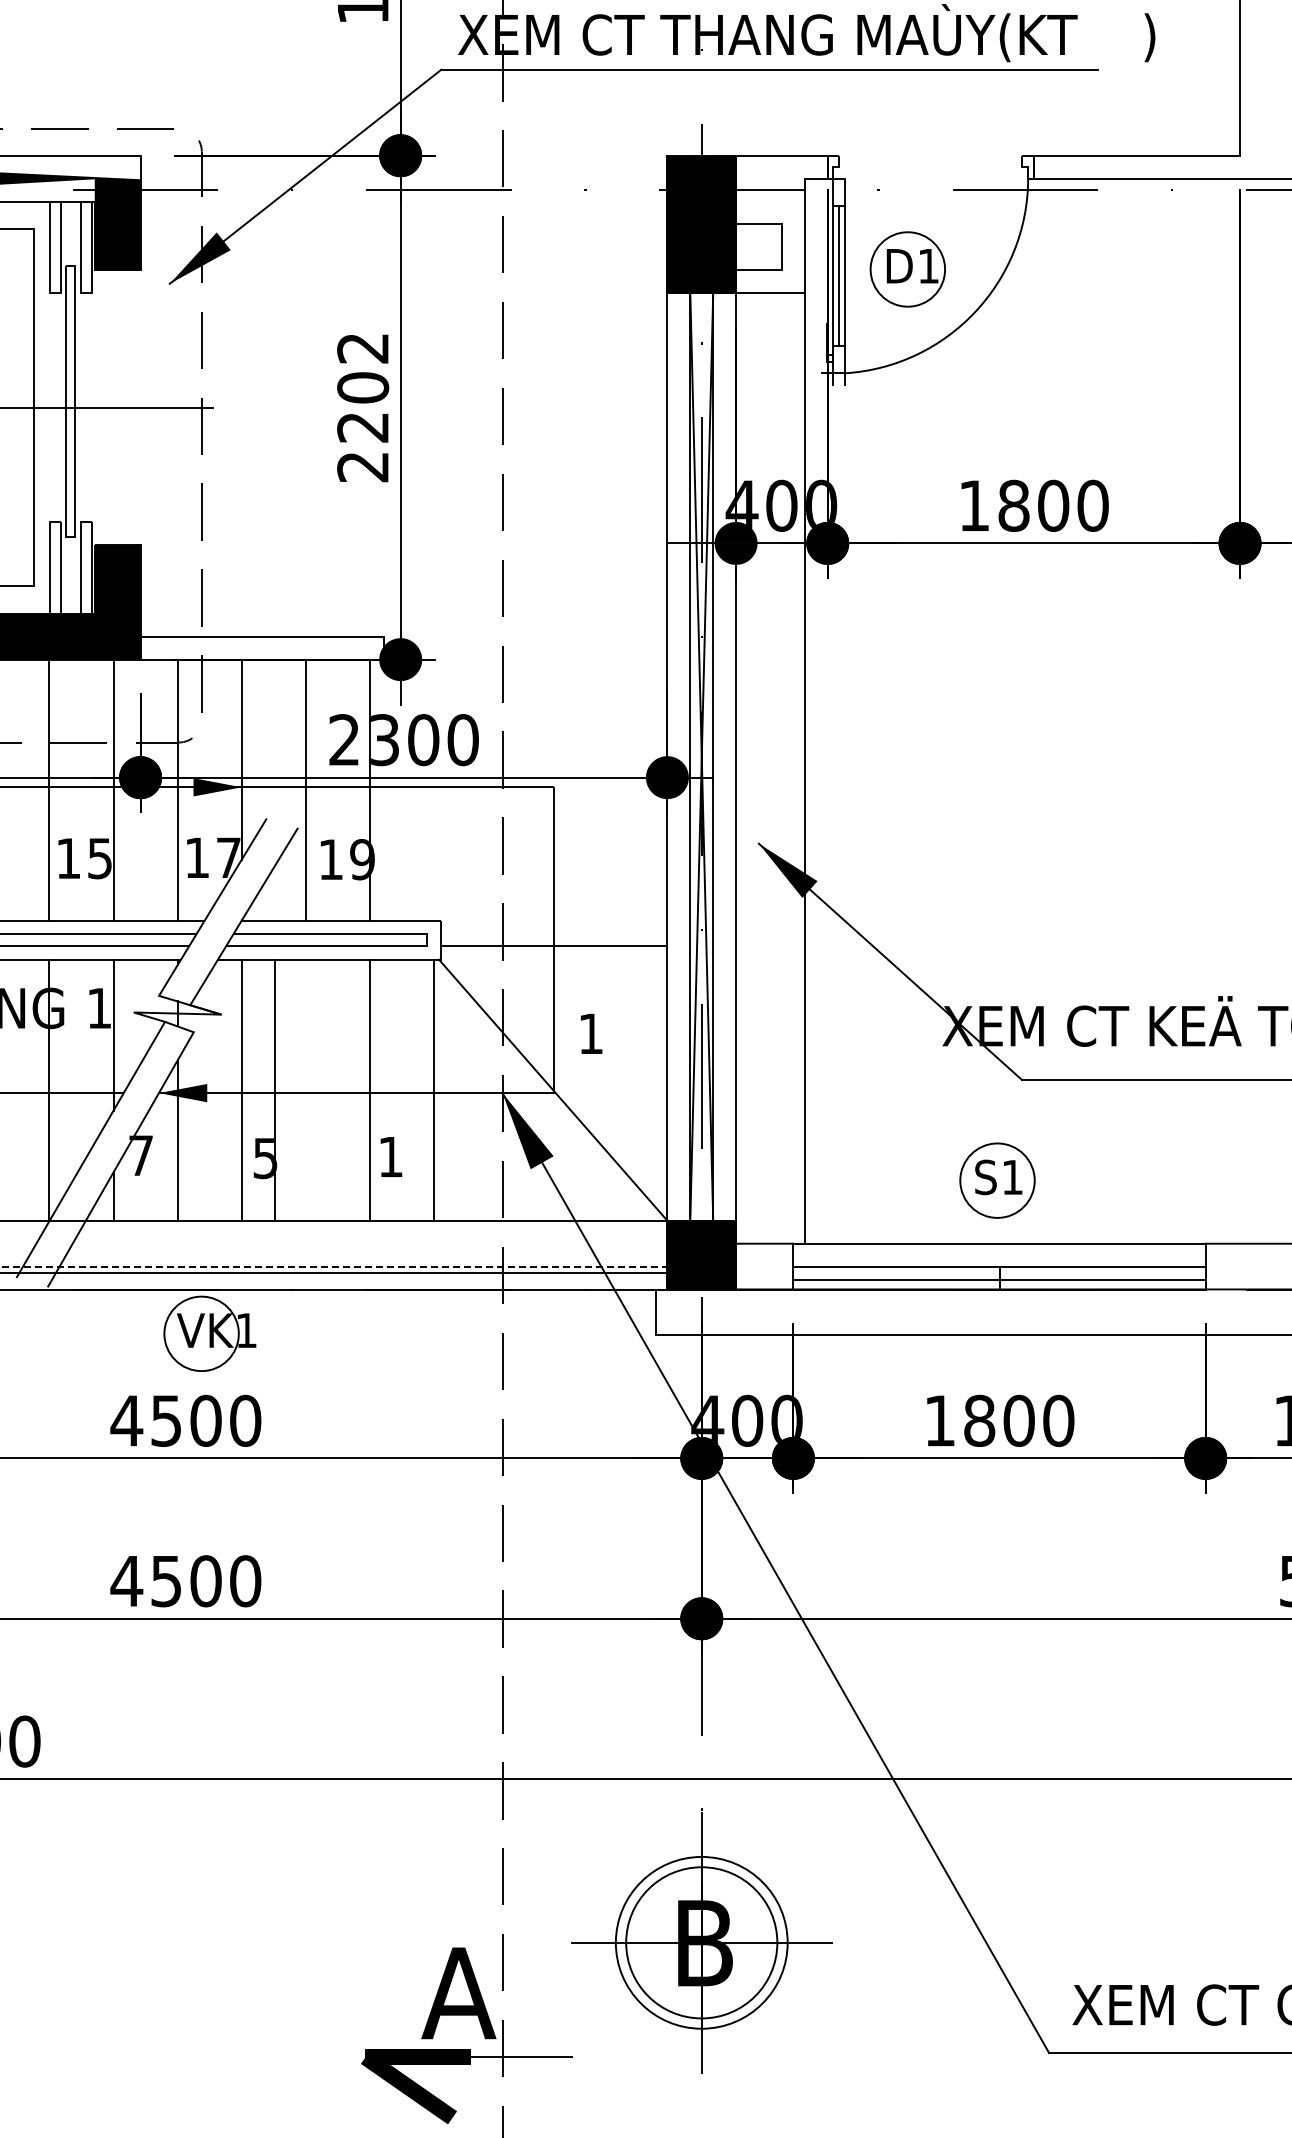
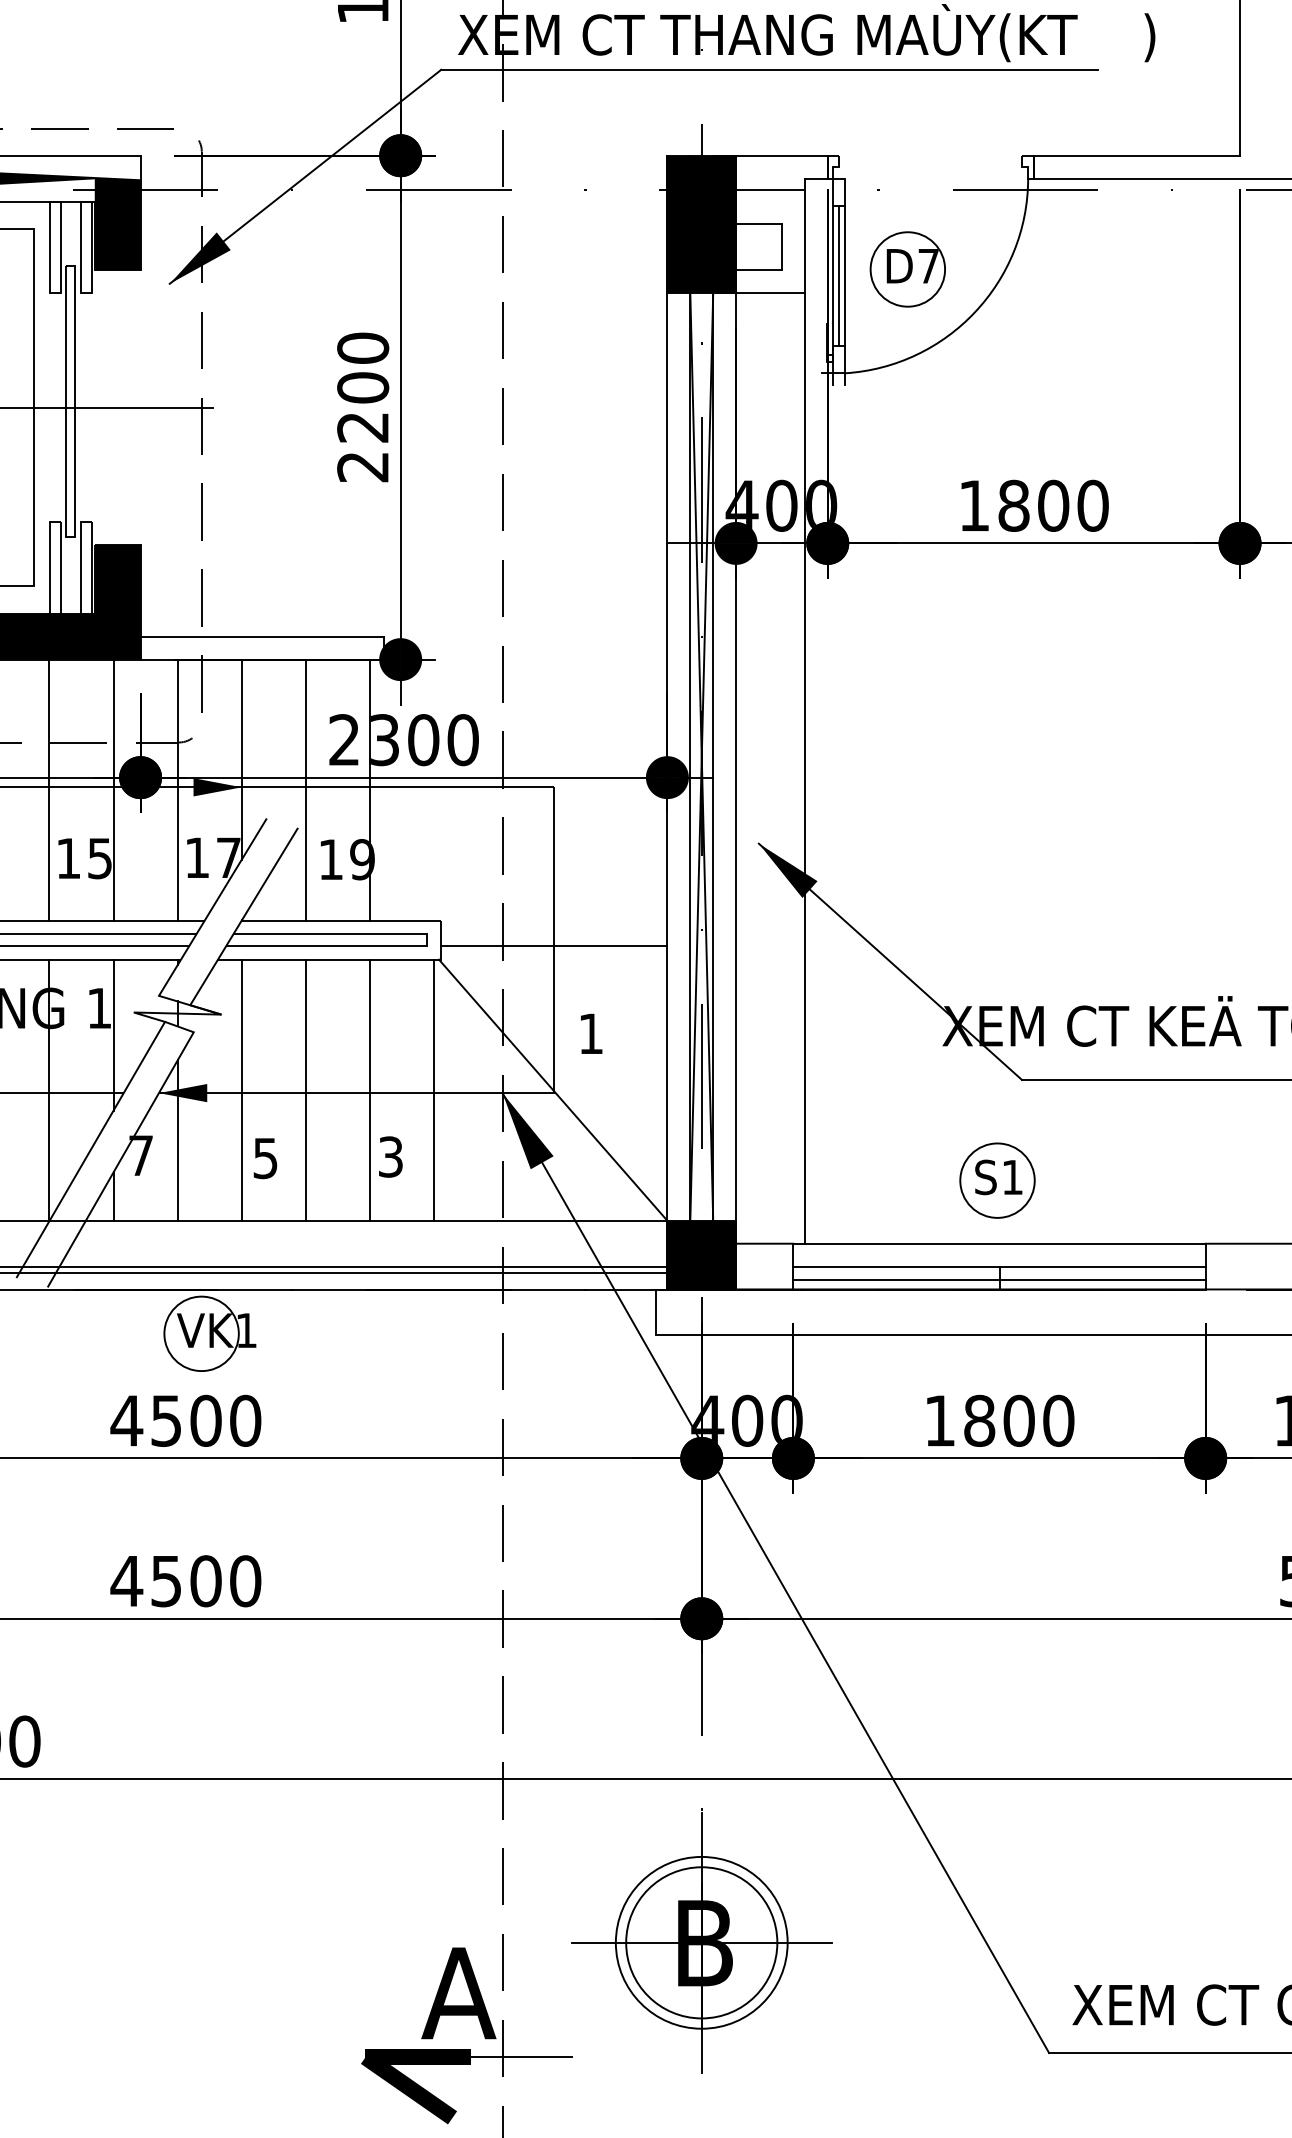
text at (928, 266): D1 -> D7
text at (363, 347): 2202 -> 2200
line at (274, 1089) position: (274, 1089) -> (305, 1089)
text at (390, 1156): 1 -> 3
line at (333, 1266): dashed -> solid
